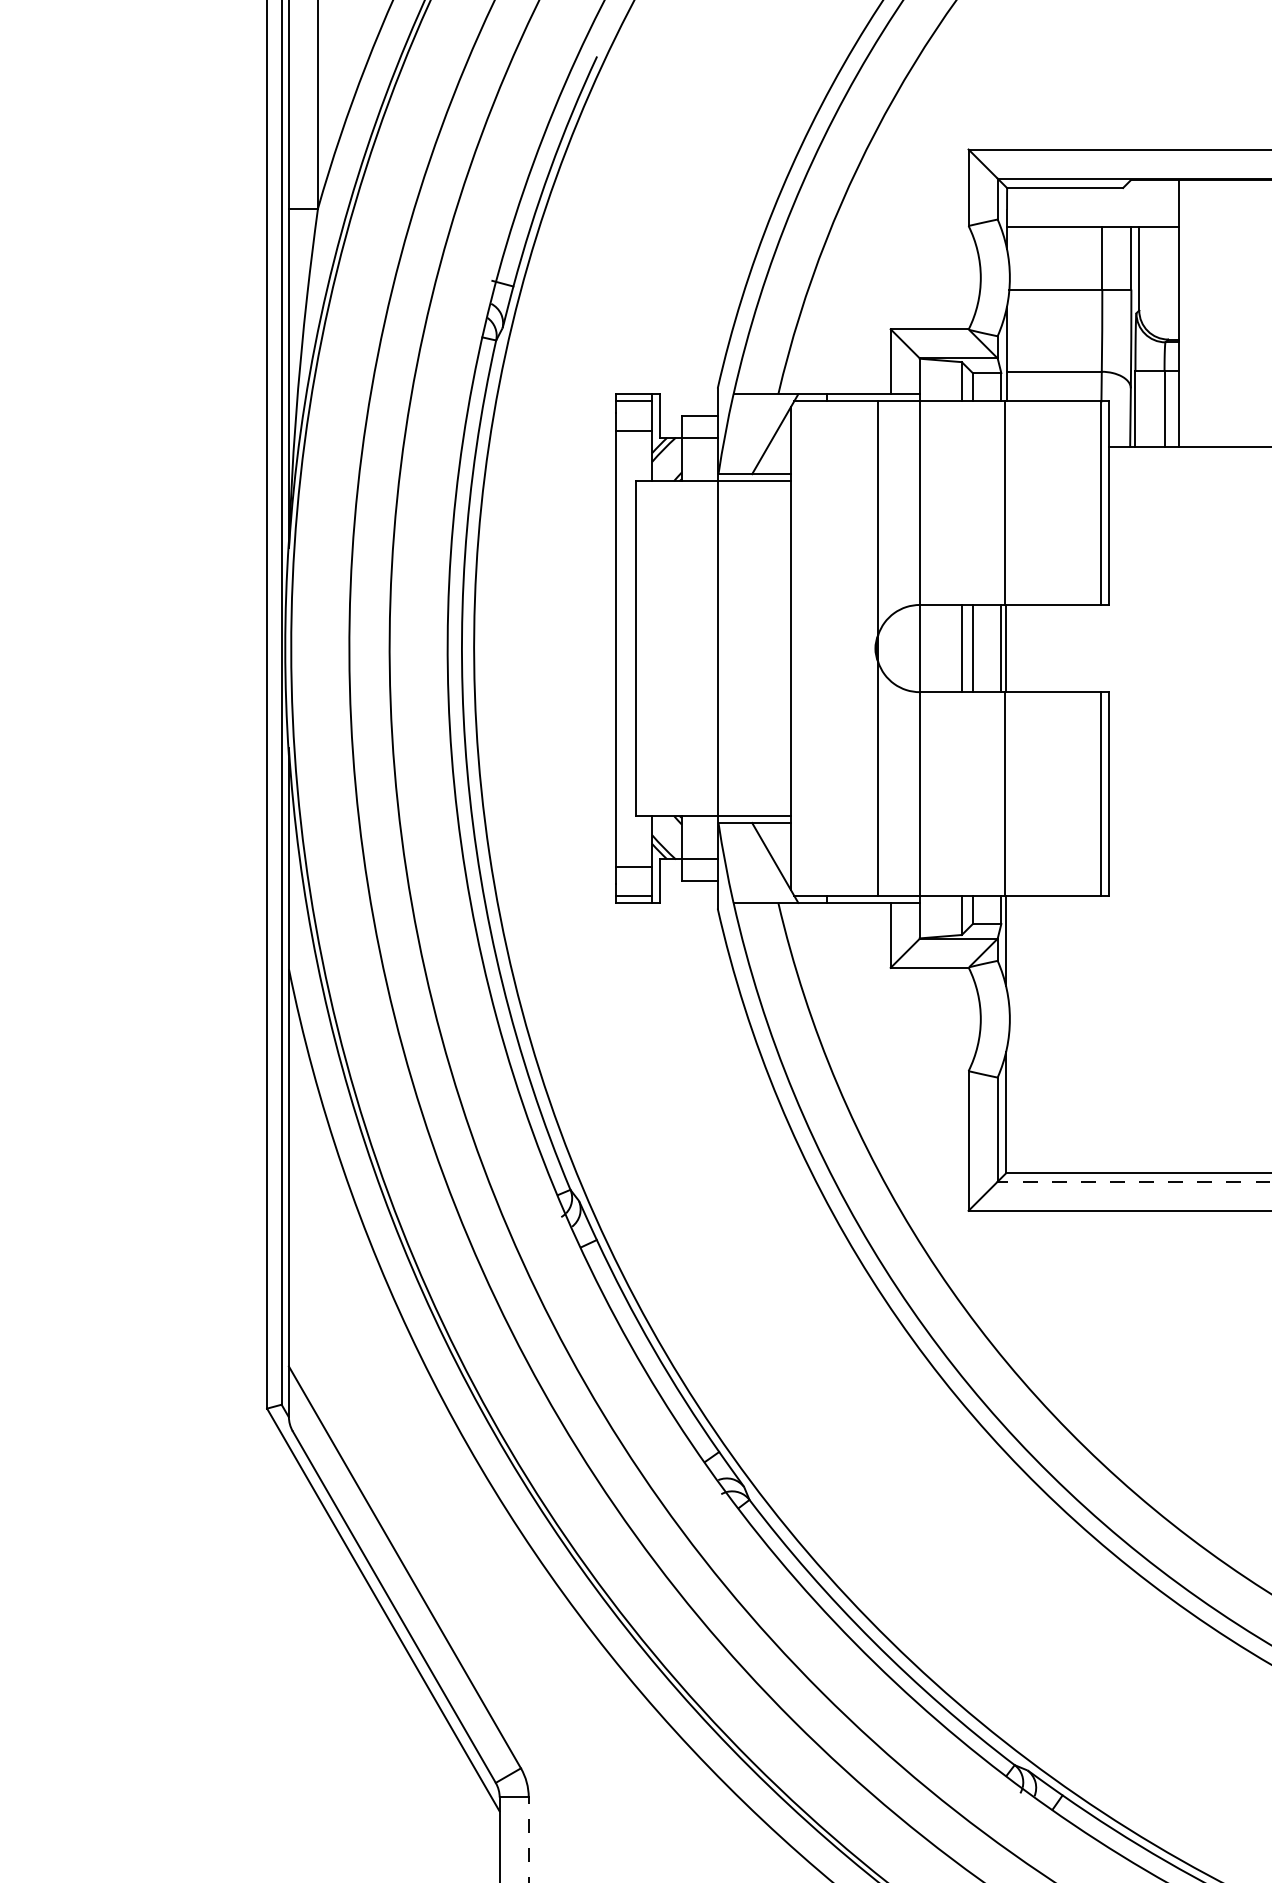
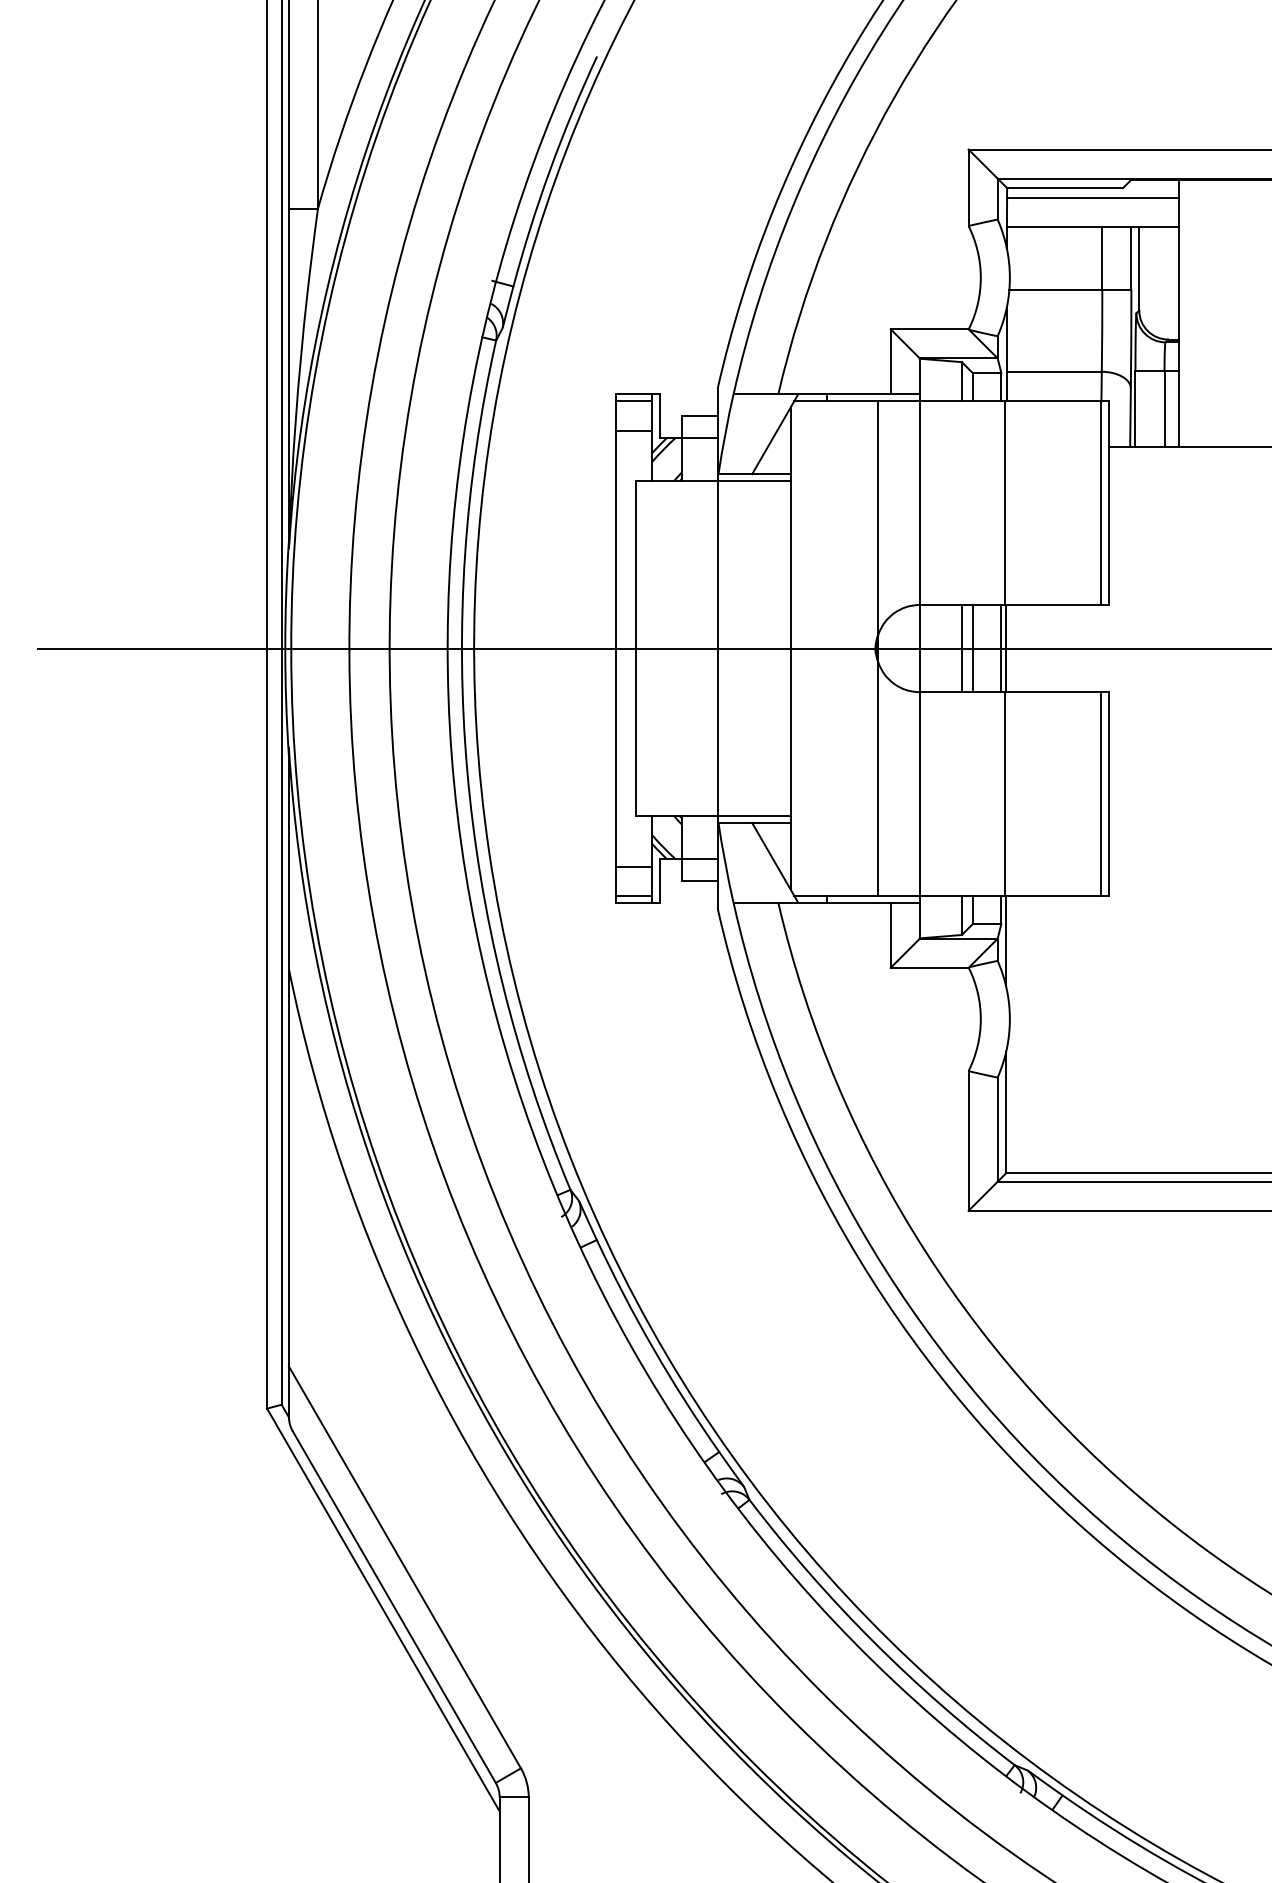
line at (1093, 197): none -> present
line at (653, 648): none -> present
line at (1134, 1181): dashed -> solid
line at (528, 1839): dashed -> solid
